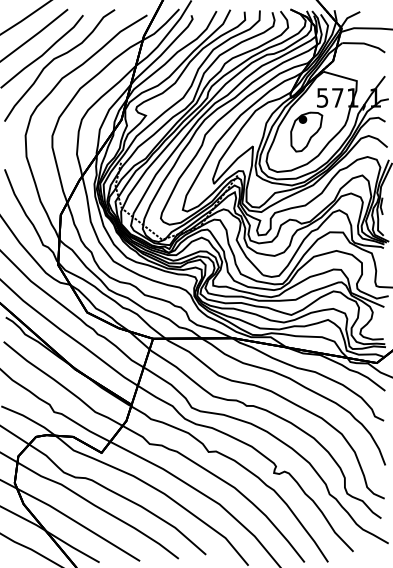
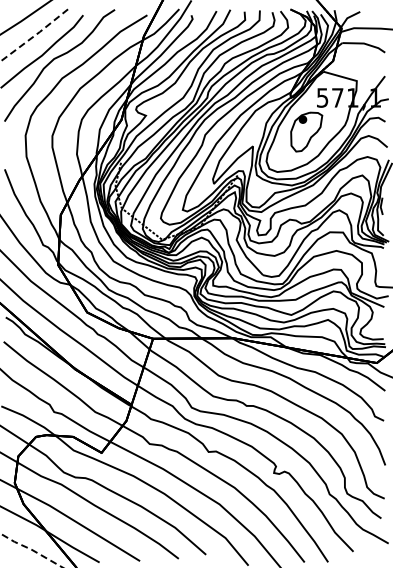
line at (35, 35): solid -> dashed
line at (31, 549): solid -> dashed
